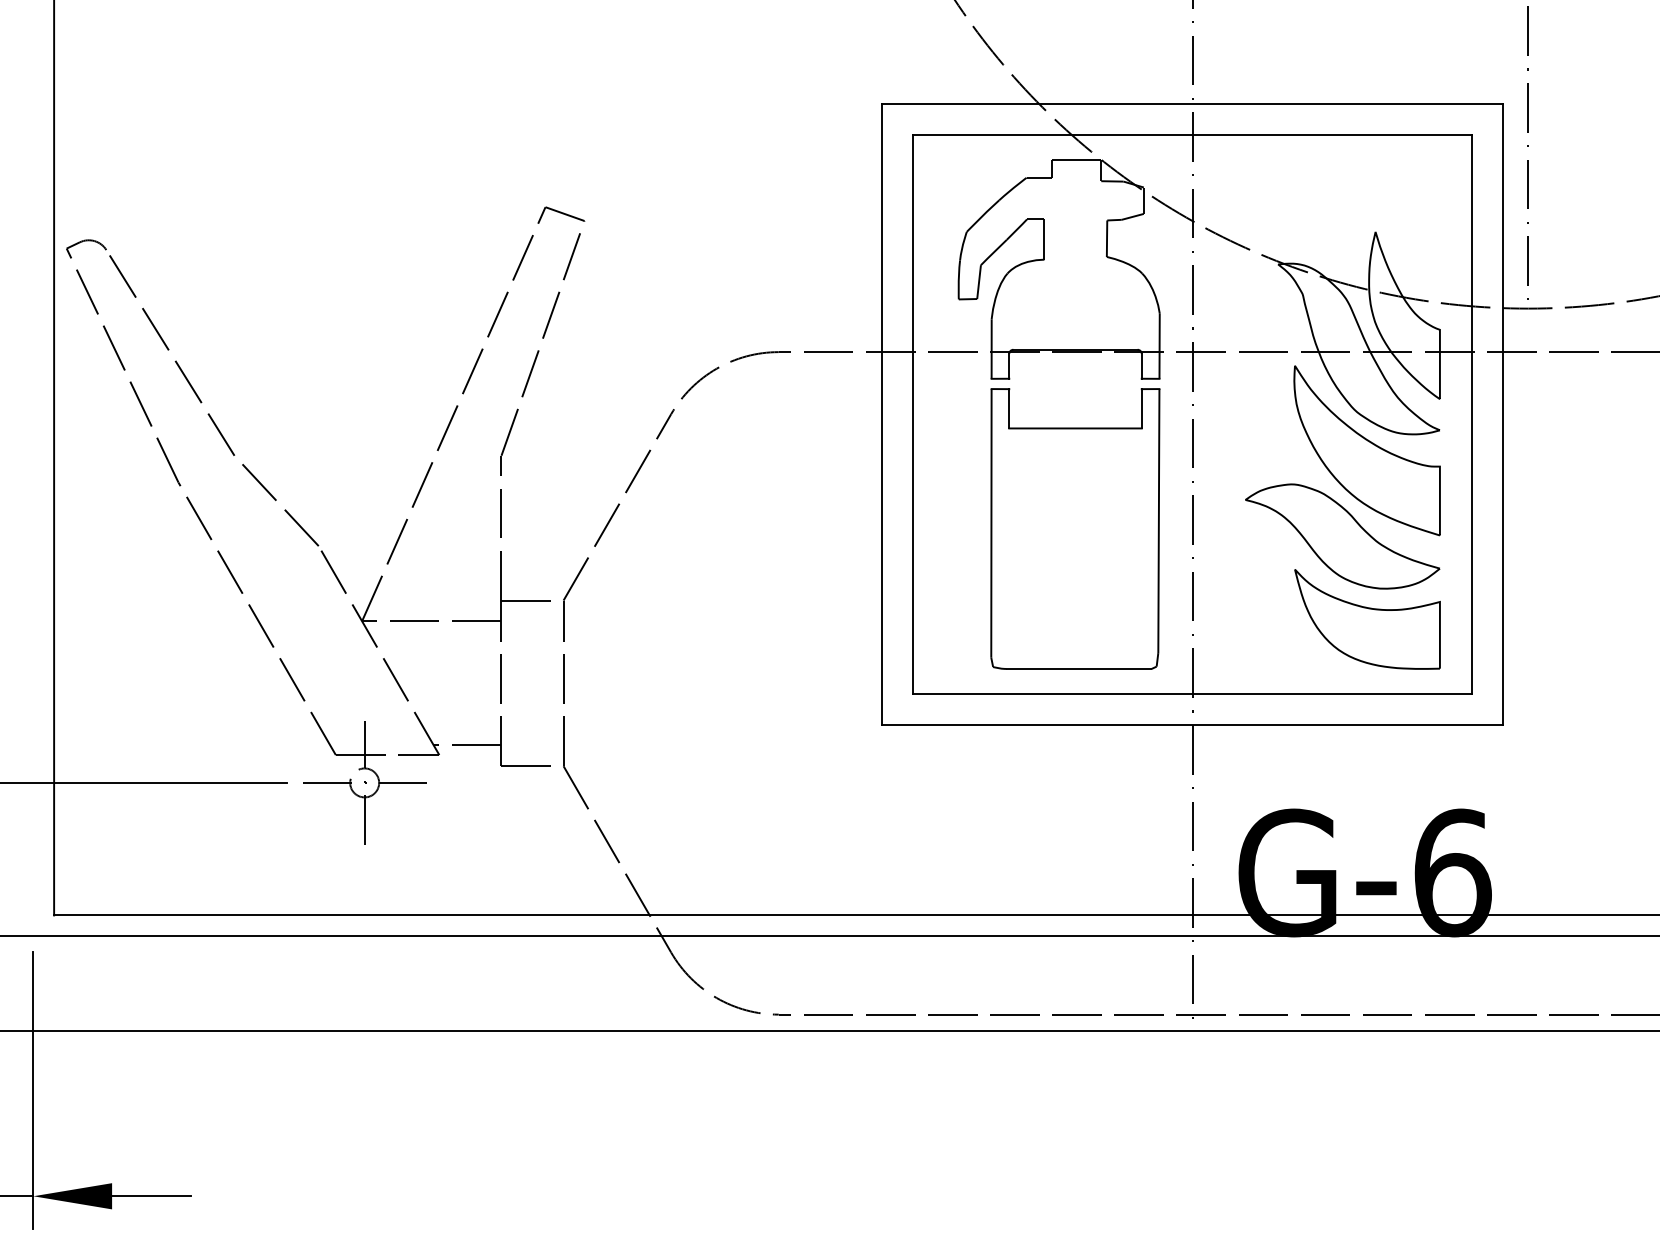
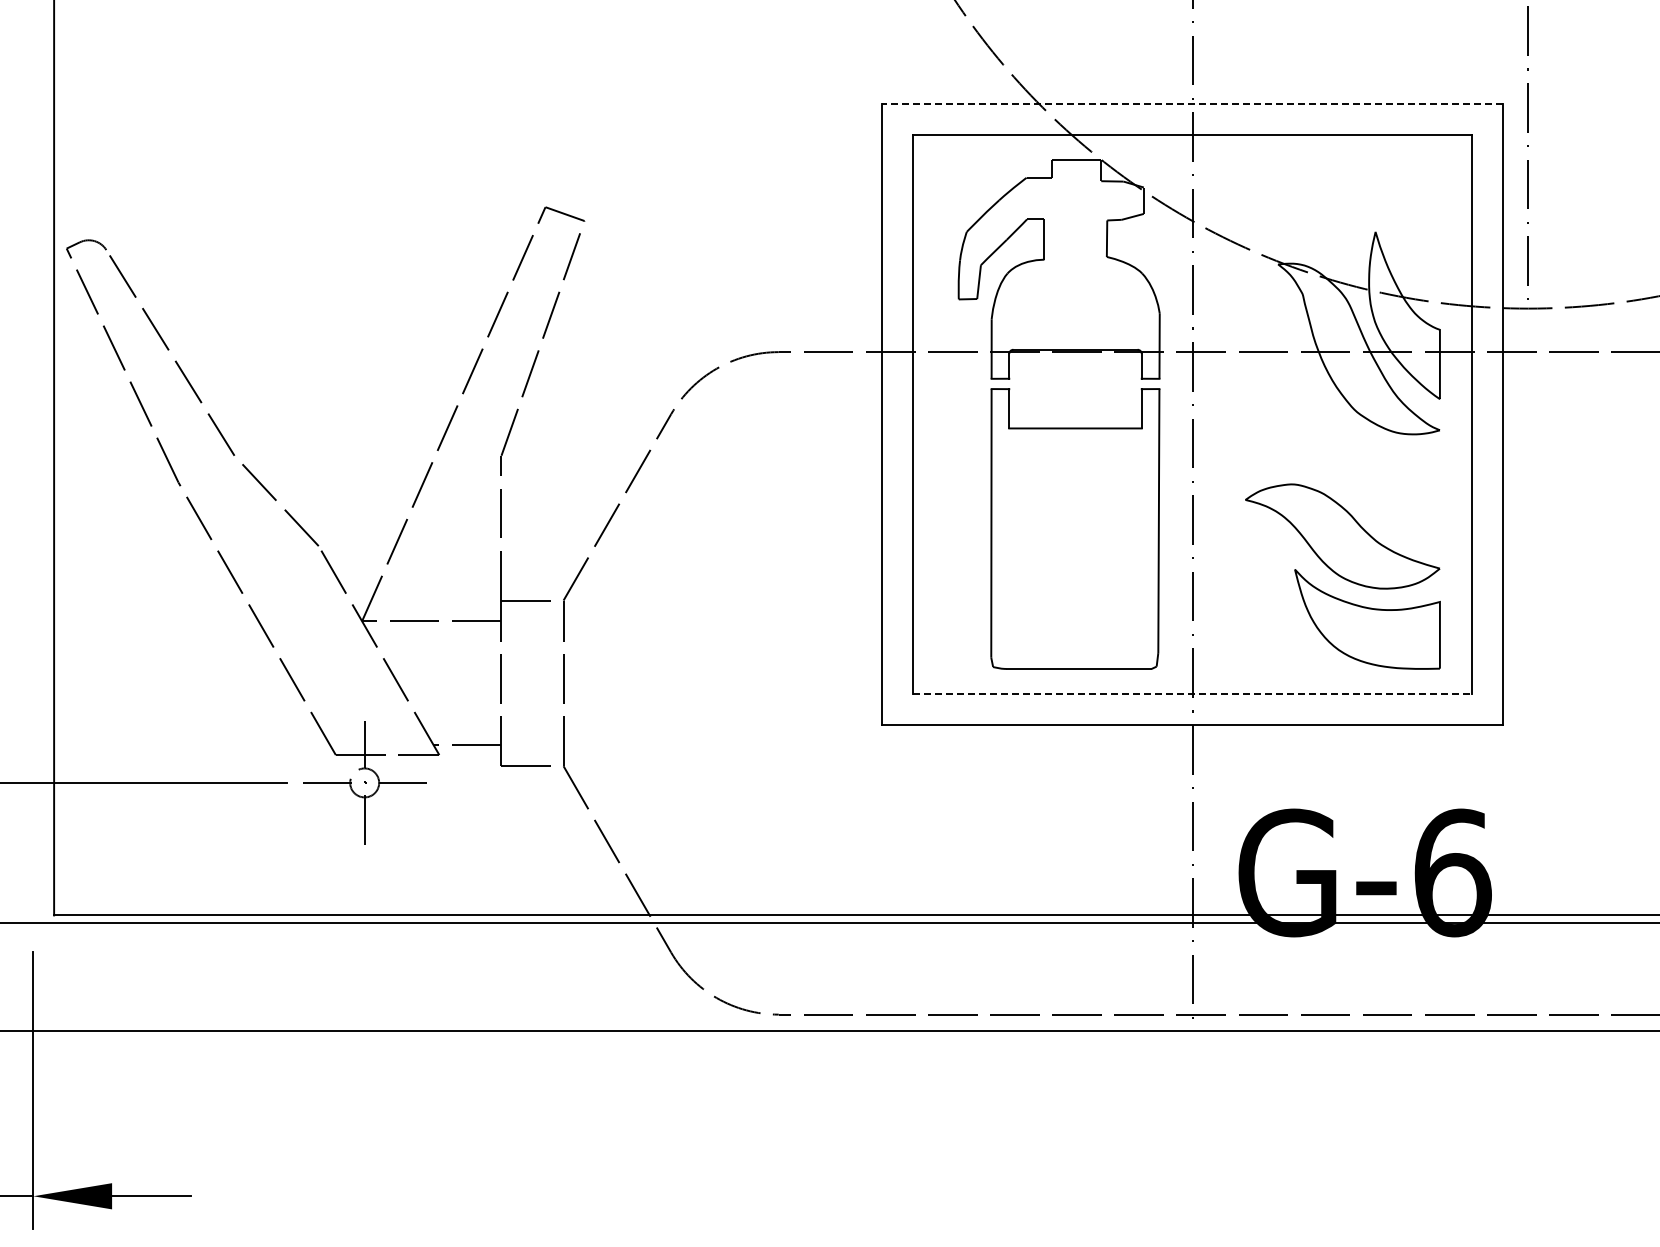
line at (1192, 103): solid -> dashed
part at (1366, 450): present -> none
line at (1193, 693): solid -> dashed
line at (829, 936) position: (829, 936) -> (829, 923)
